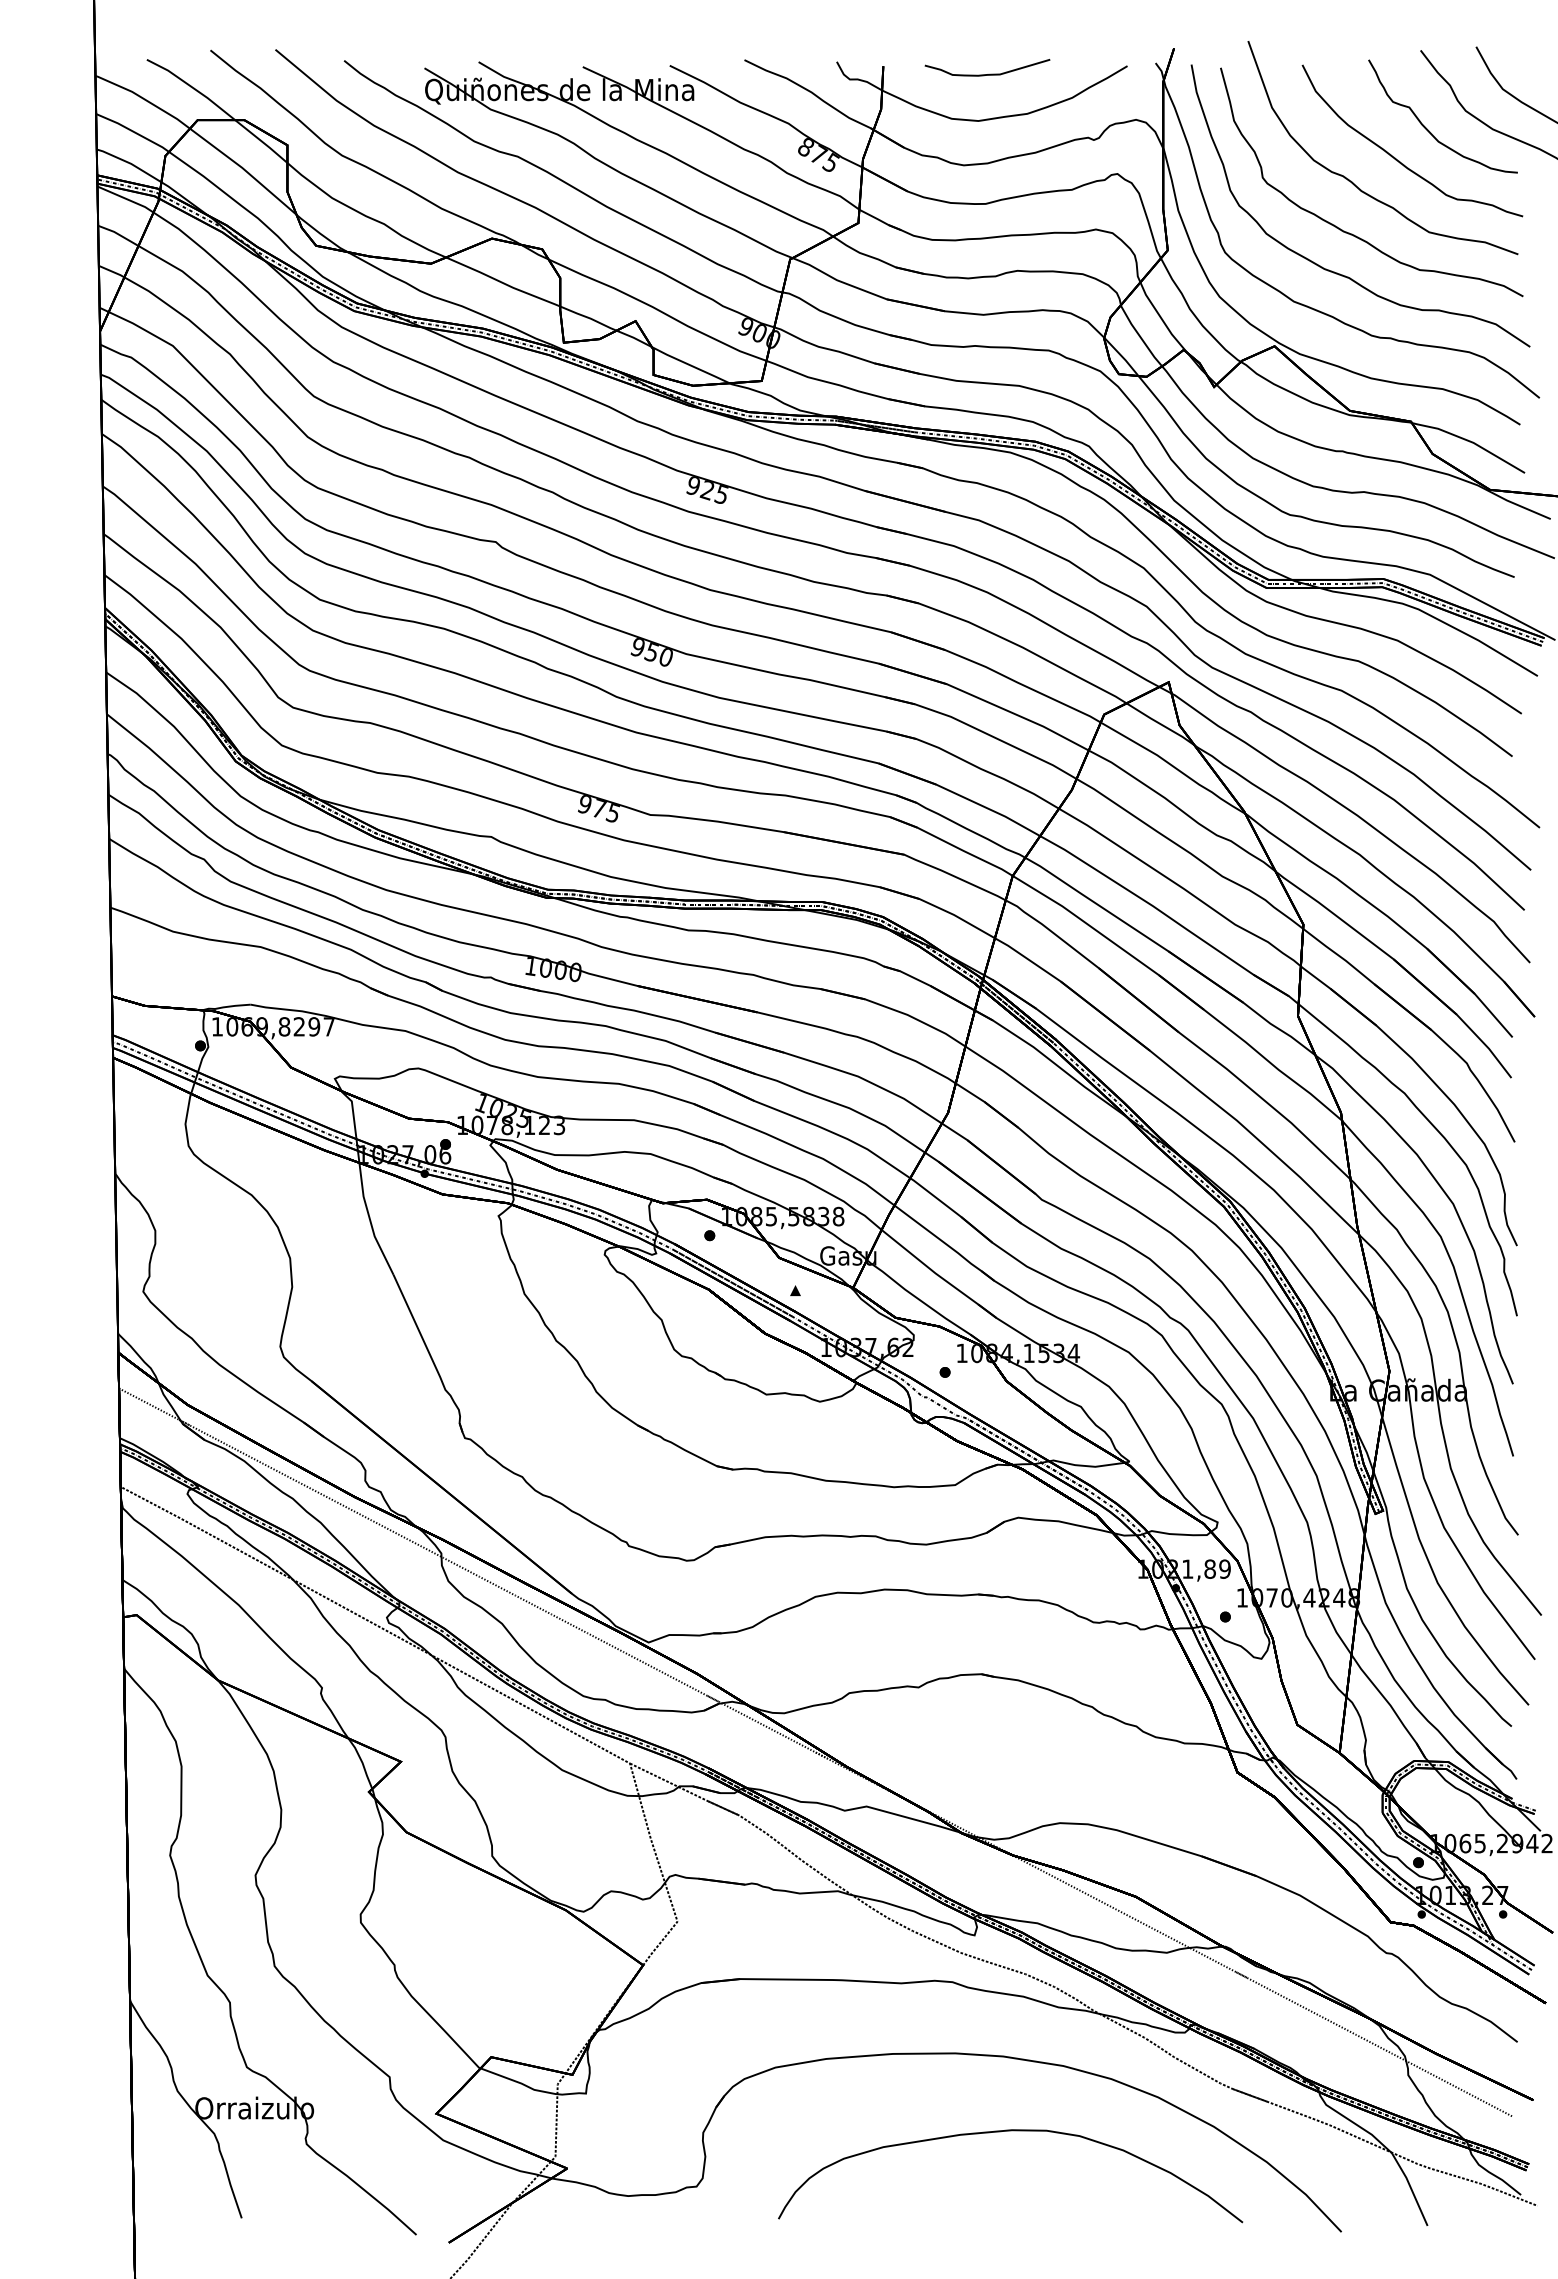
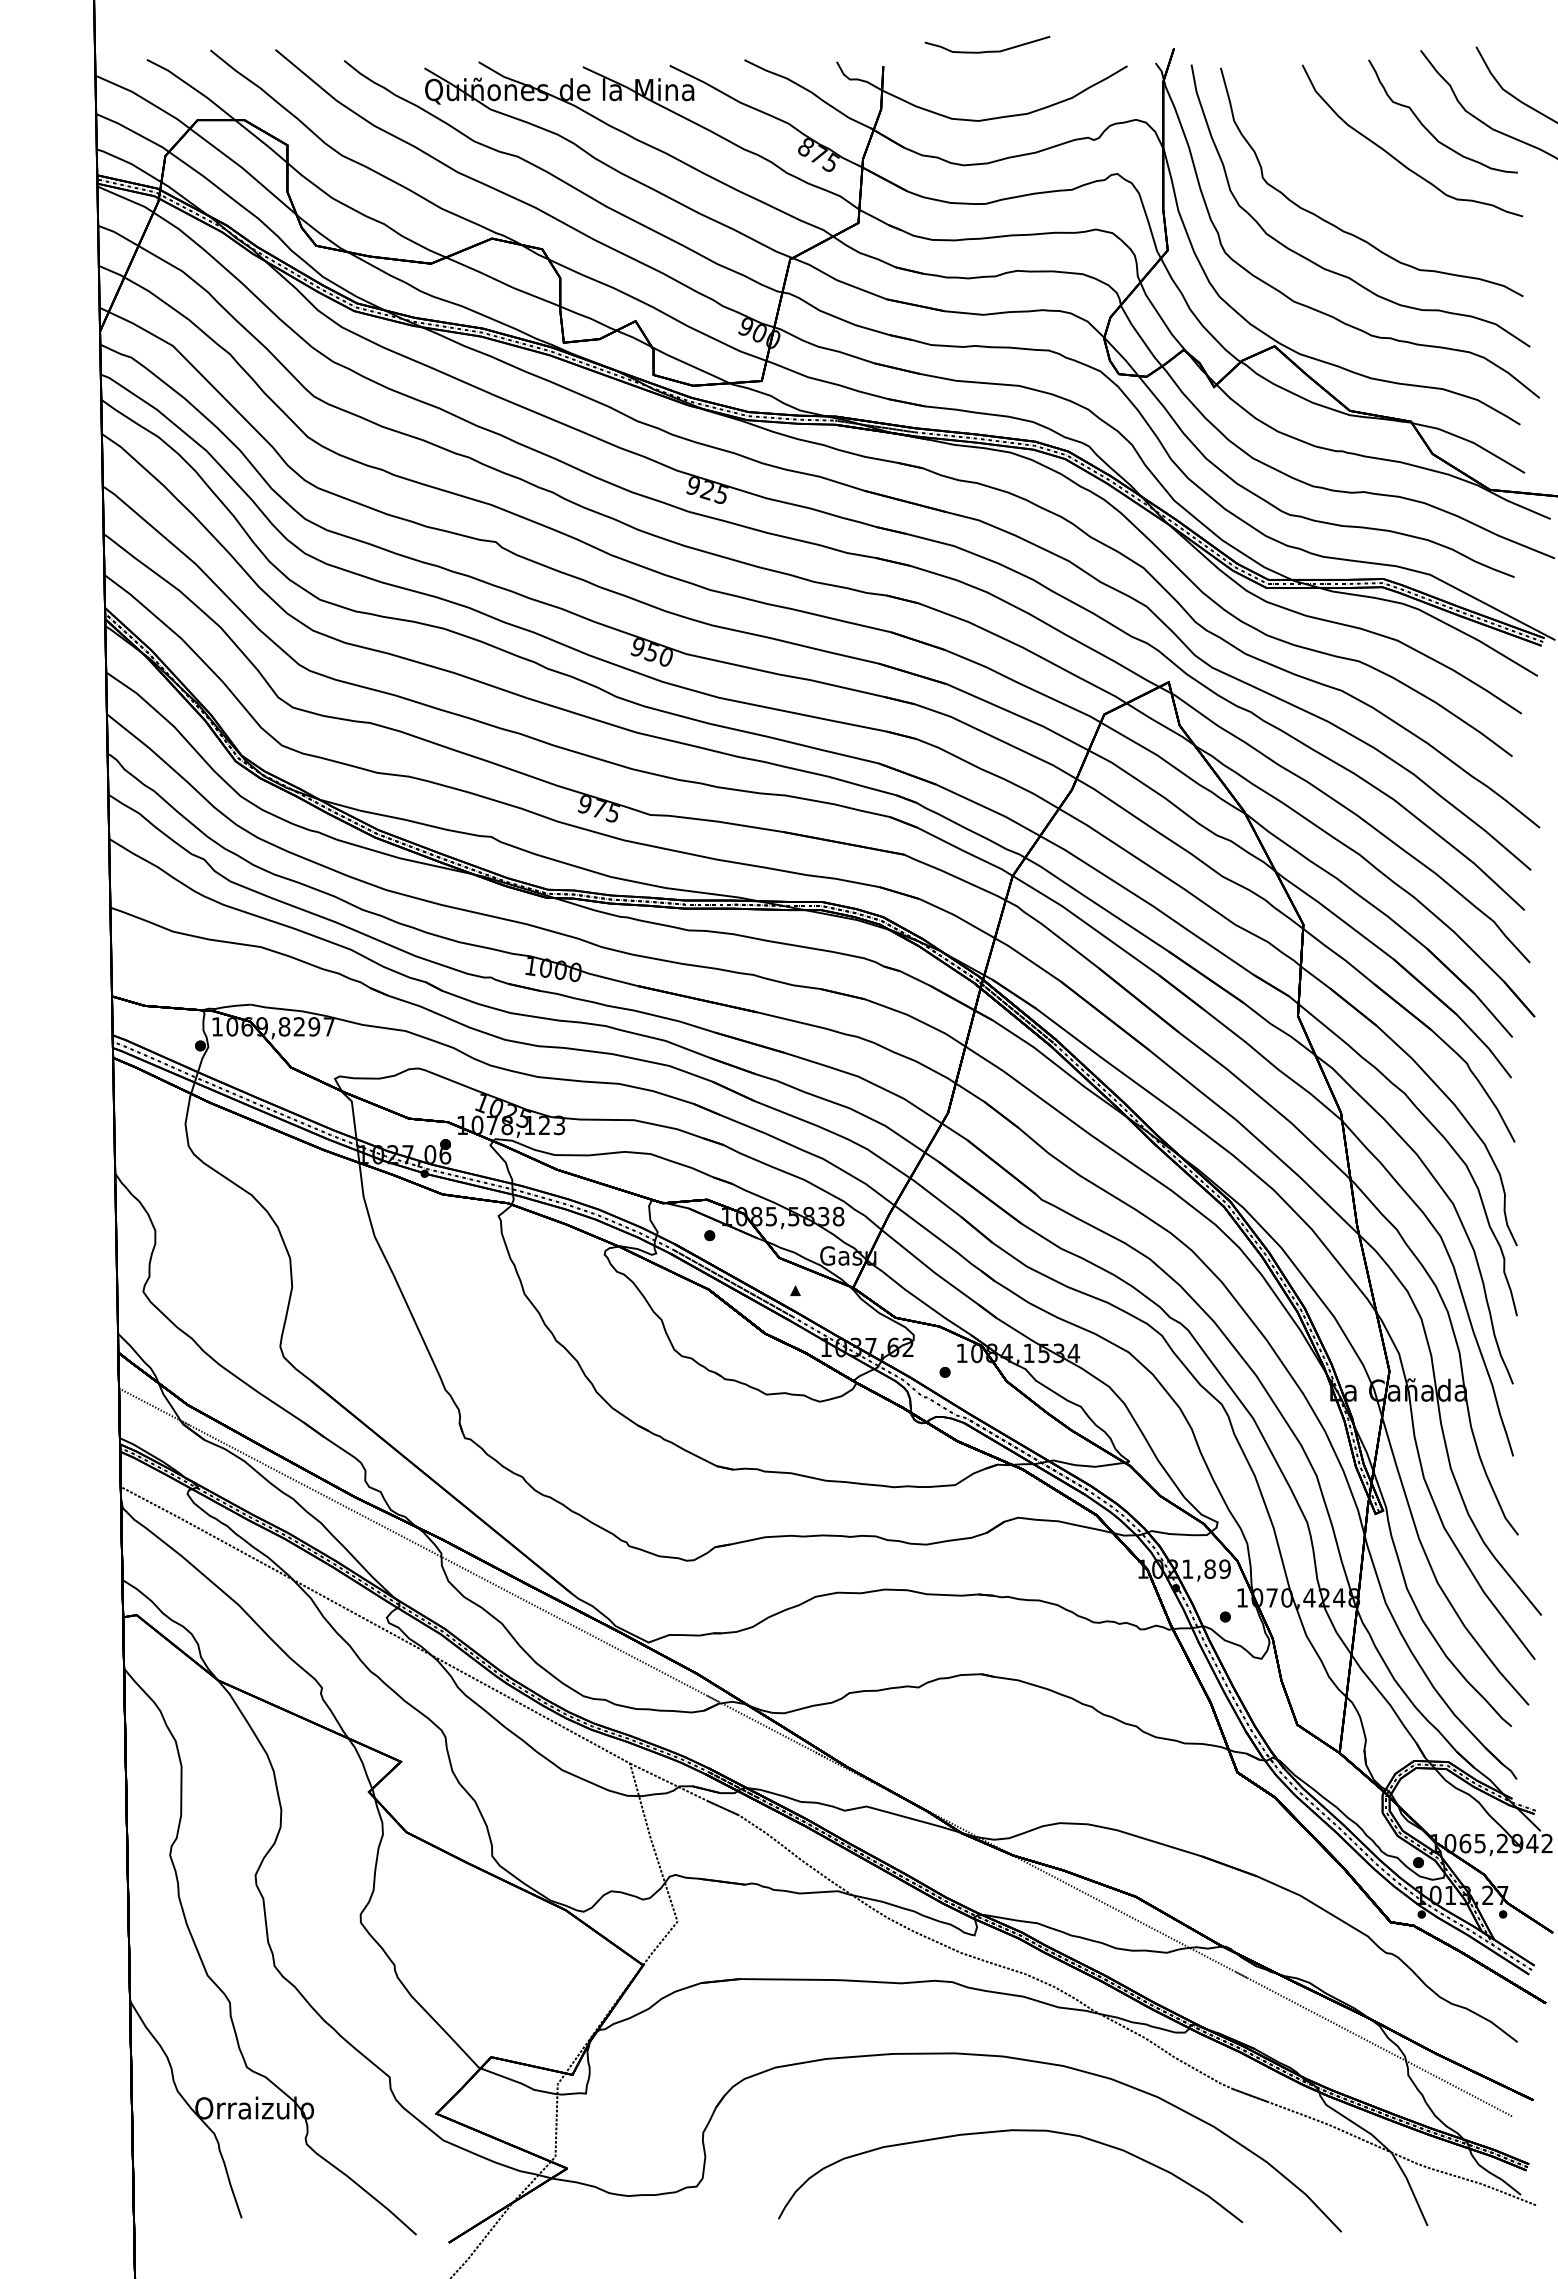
curve at (989, 73) position: (989, 73) -> (989, 50)
curve at (1352, 181): present -> none
